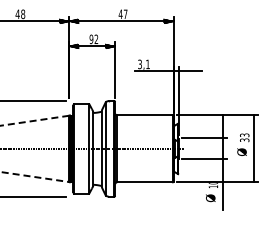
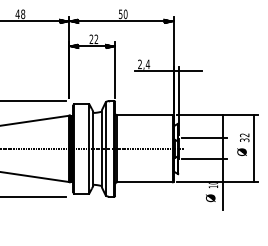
text at (122, 14): 47 -> 50
text at (91, 38): 92 -> 22
text at (144, 64): 3,1 -> 2,4
line at (34, 120): dashed -> solid
text at (244, 135): 33 -> 32
line at (34, 177): dashed -> solid
